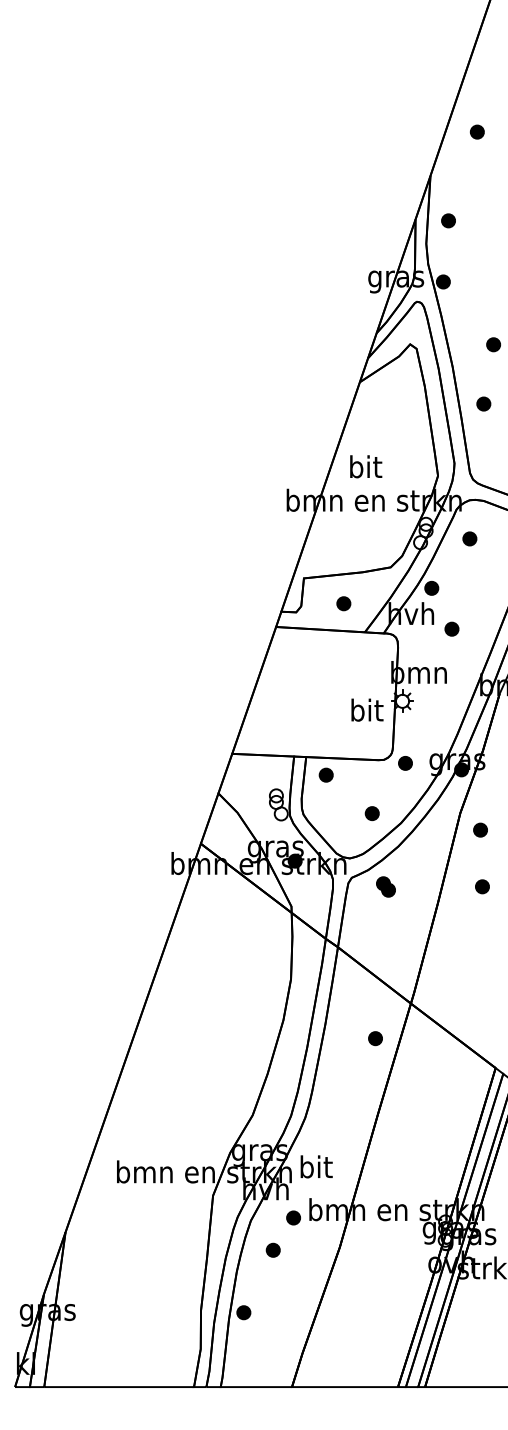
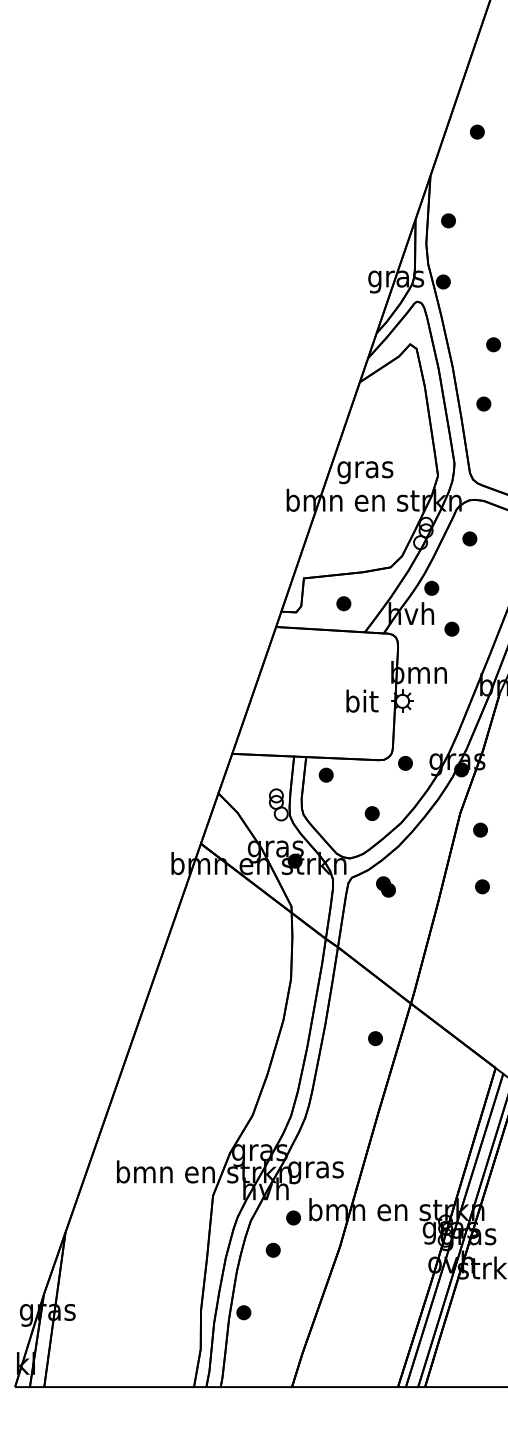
text at (365, 469): bit -> gras
text at (367, 709) position: (367, 709) -> (362, 700)
text at (315, 1169): bit -> gras
